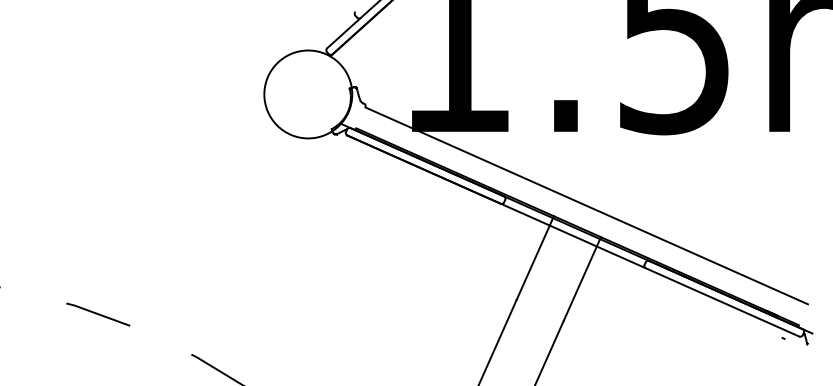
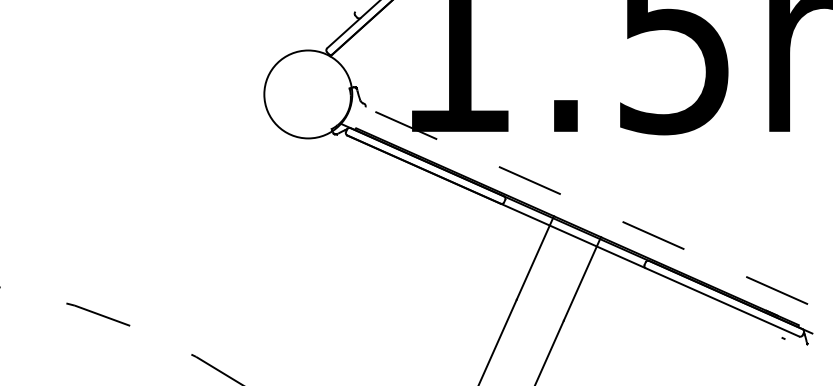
line at (586, 205): solid -> dashed
